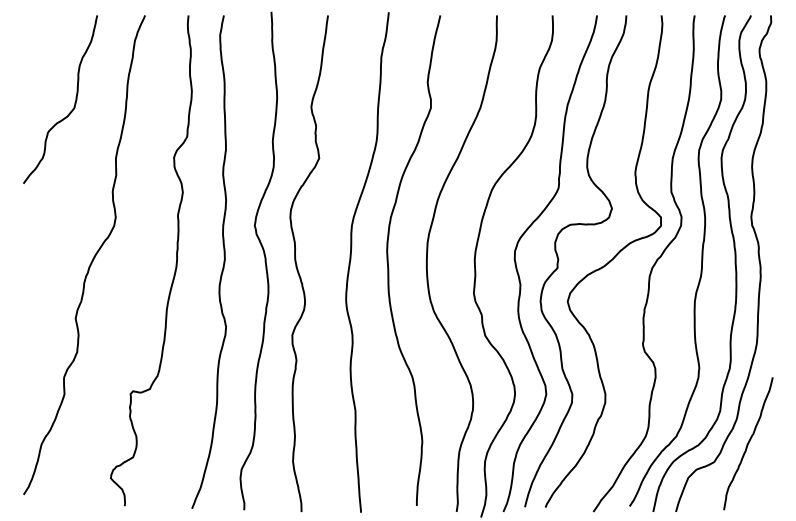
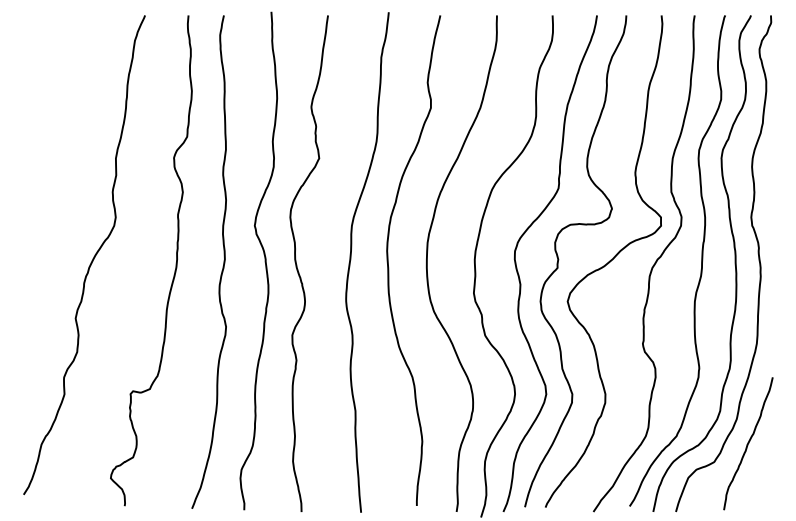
curve at (74, 102): present -> none
